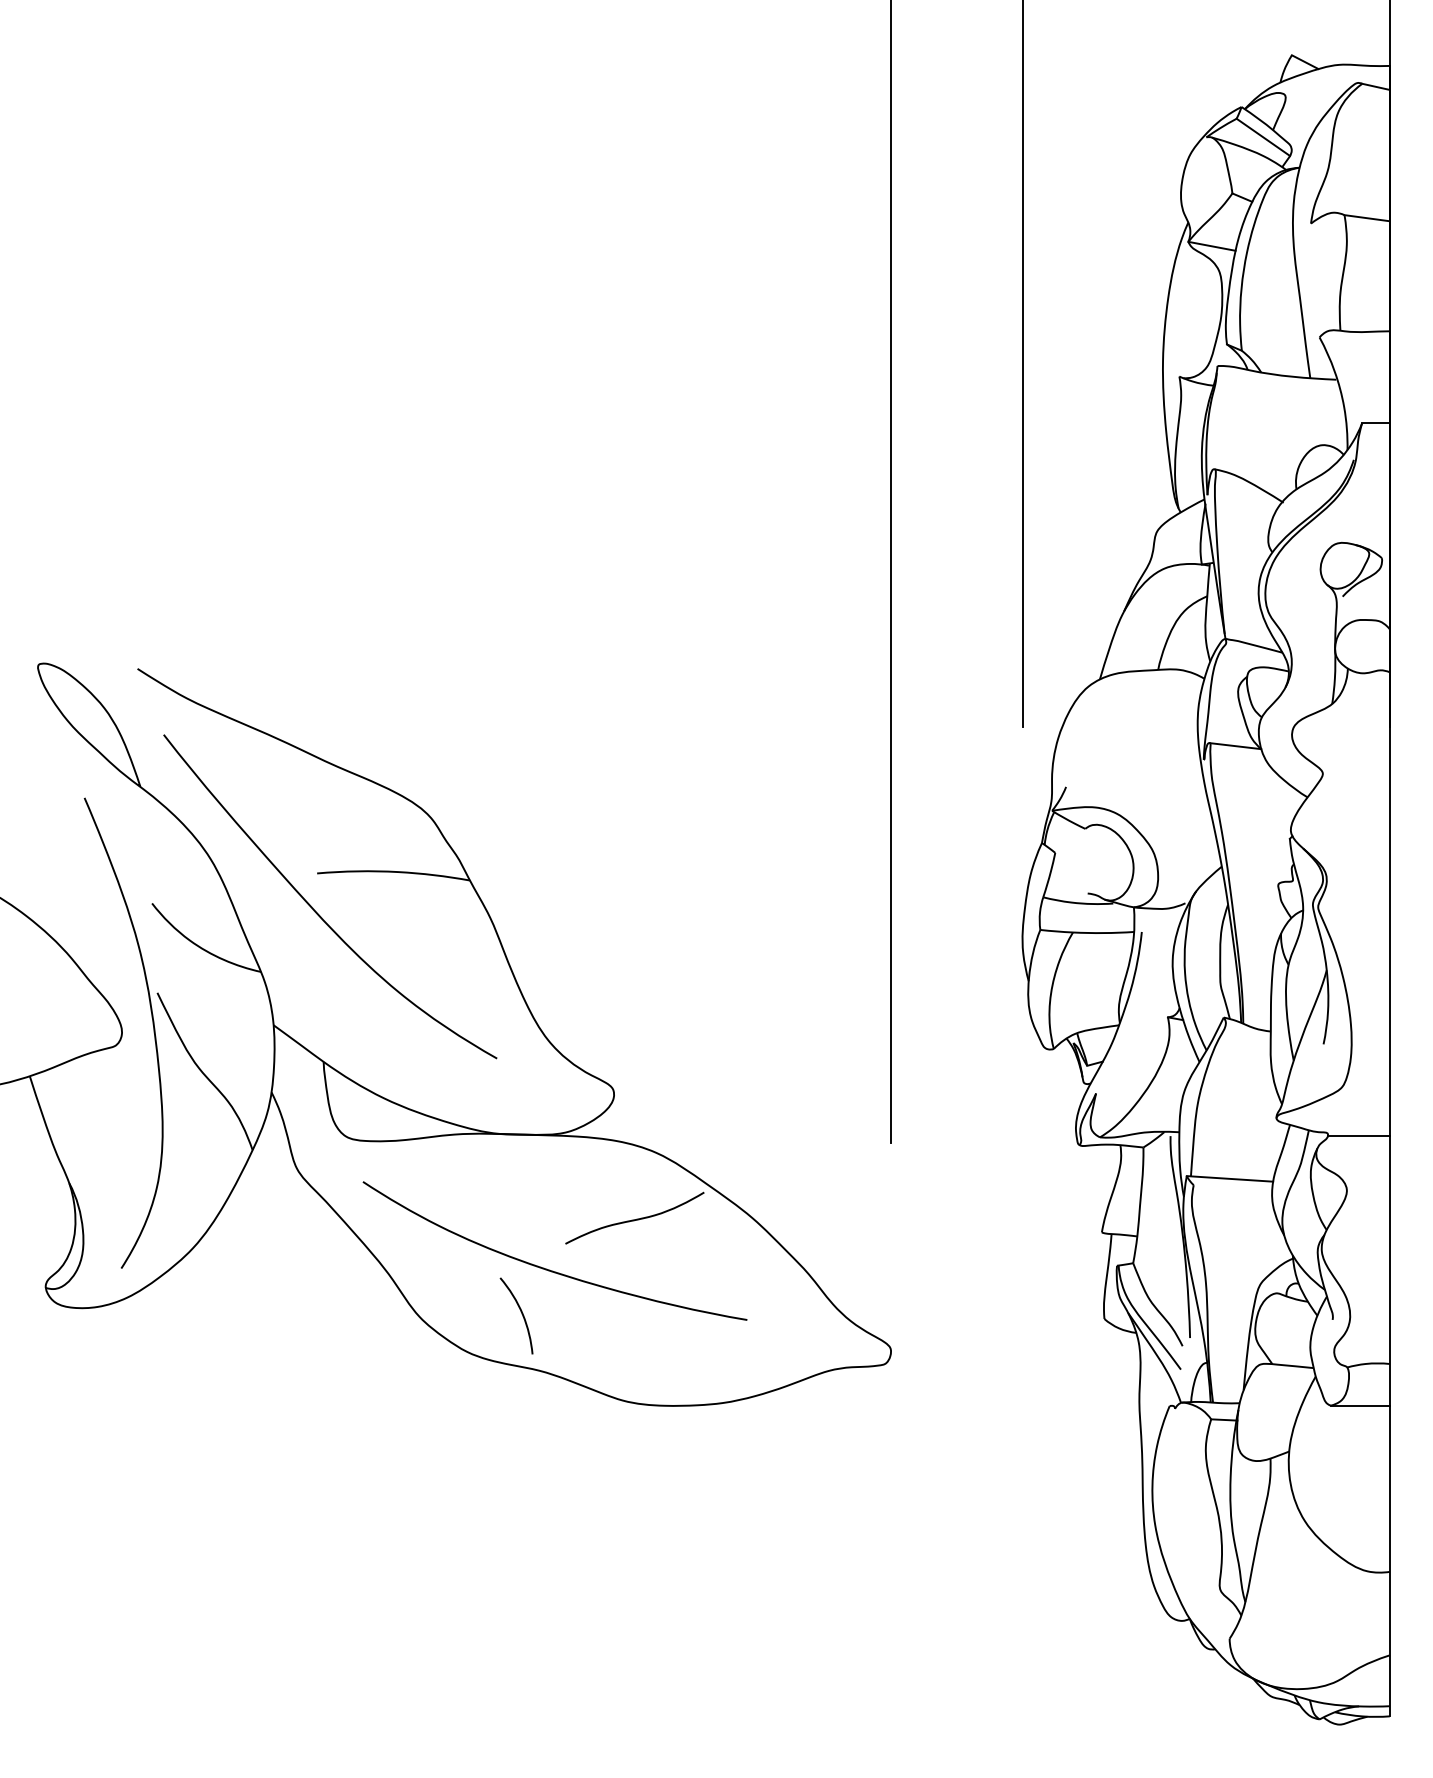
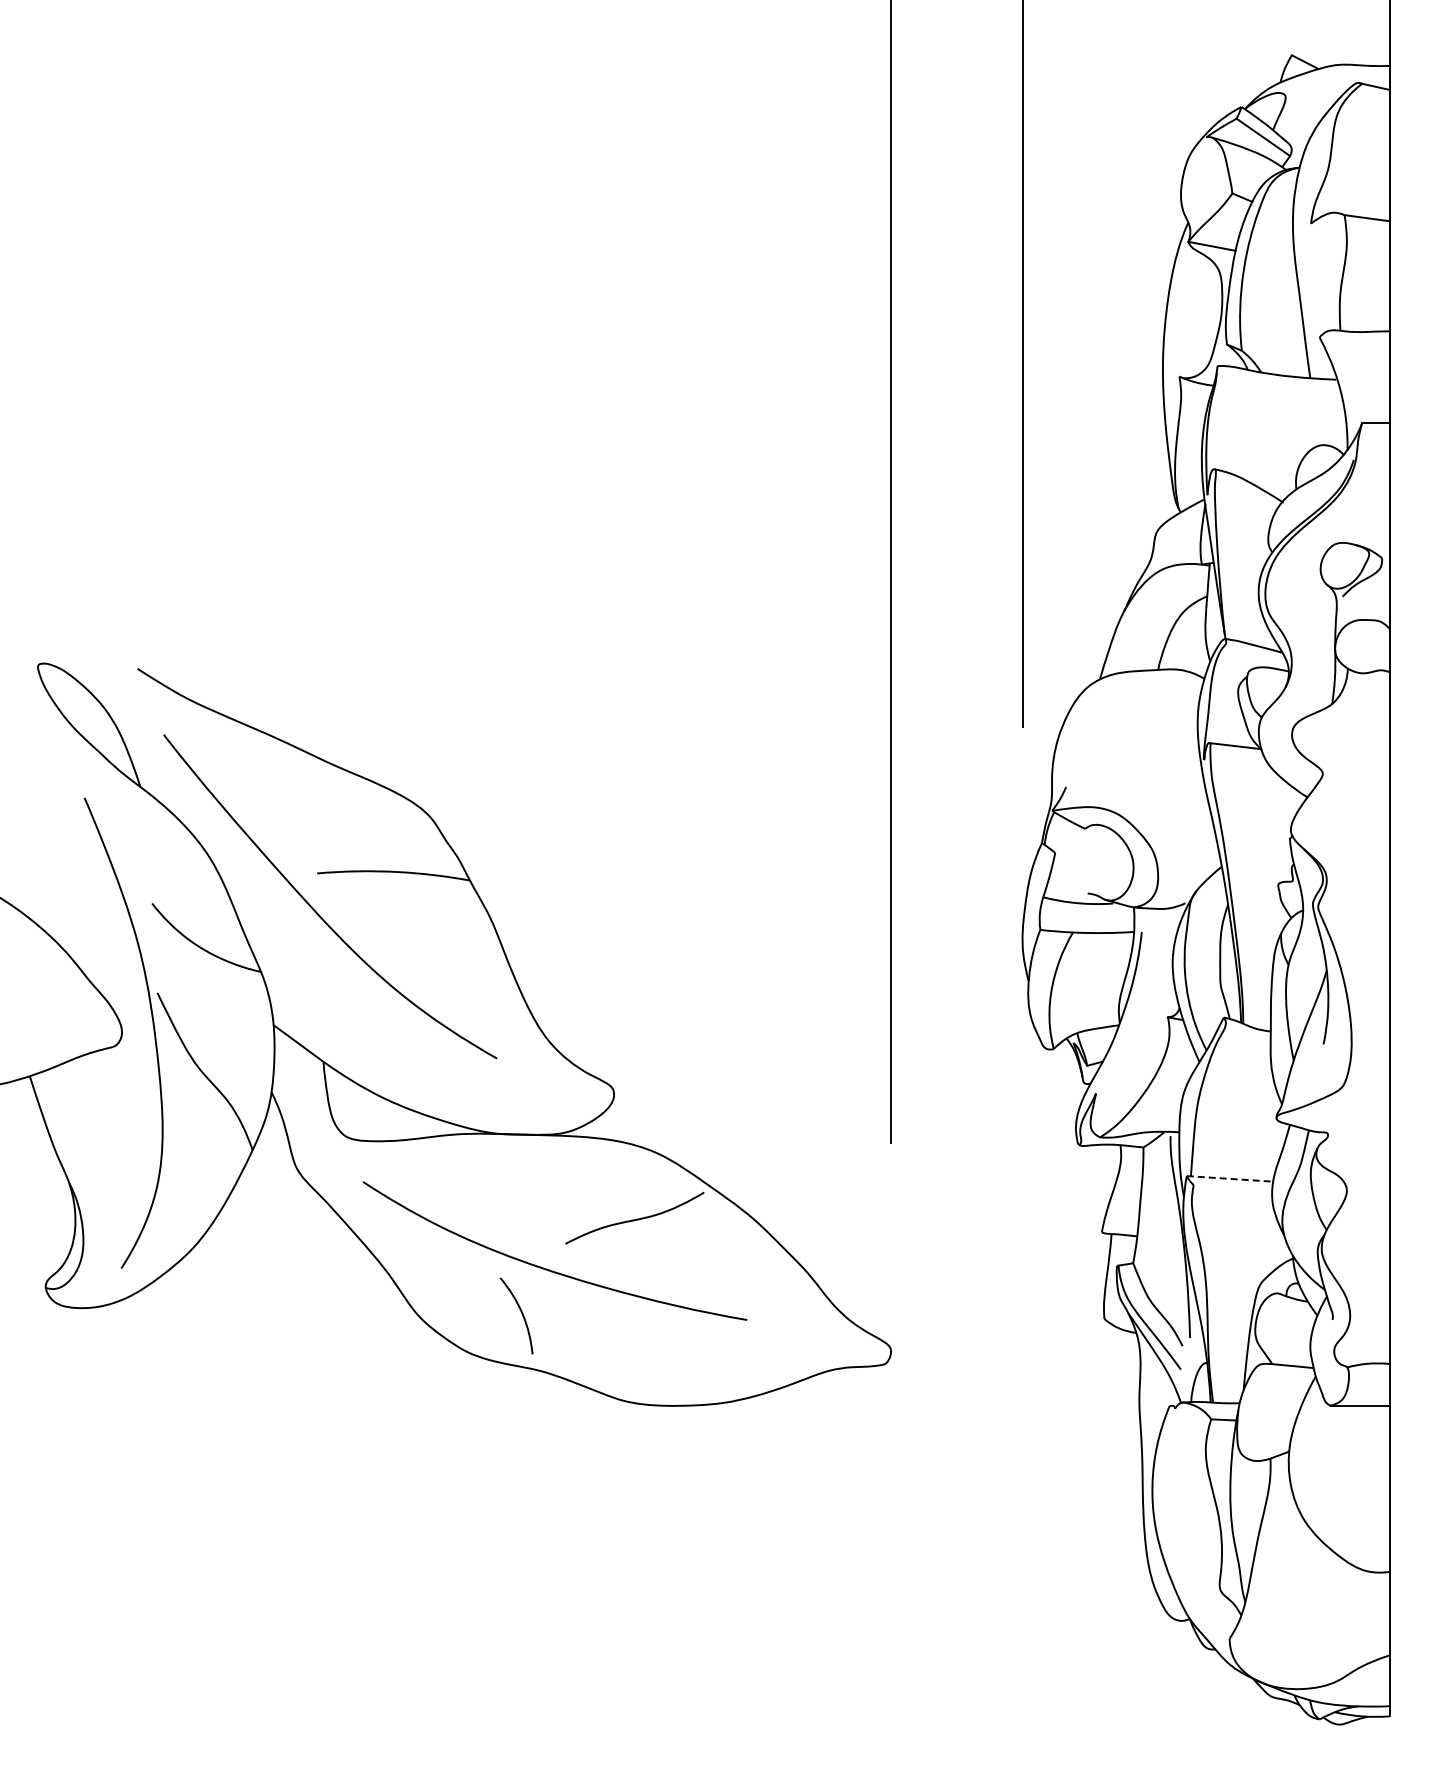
line at (1358, 1135): present -> none
line at (1230, 1178): solid -> dashed
